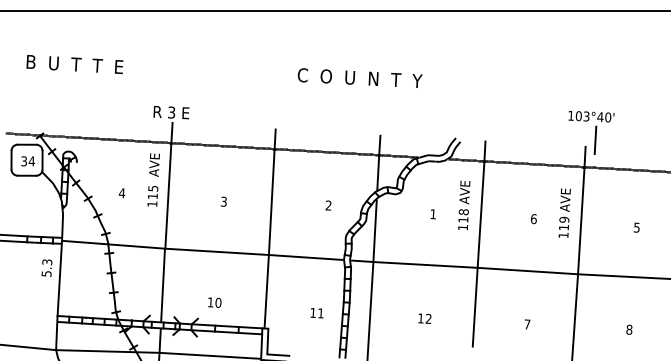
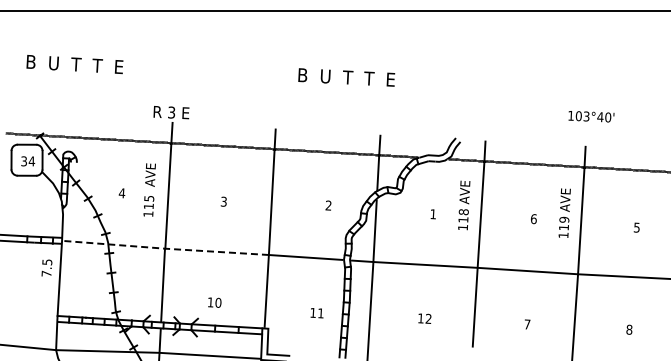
text at (359, 77): C  O  U  N  T  Y -> B  U  T  T  E
line at (595, 140): present -> none
text at (153, 179) position: (153, 179) -> (149, 189)
line at (165, 248): solid -> dashed
text at (46, 267): 5.3 -> 7.5
